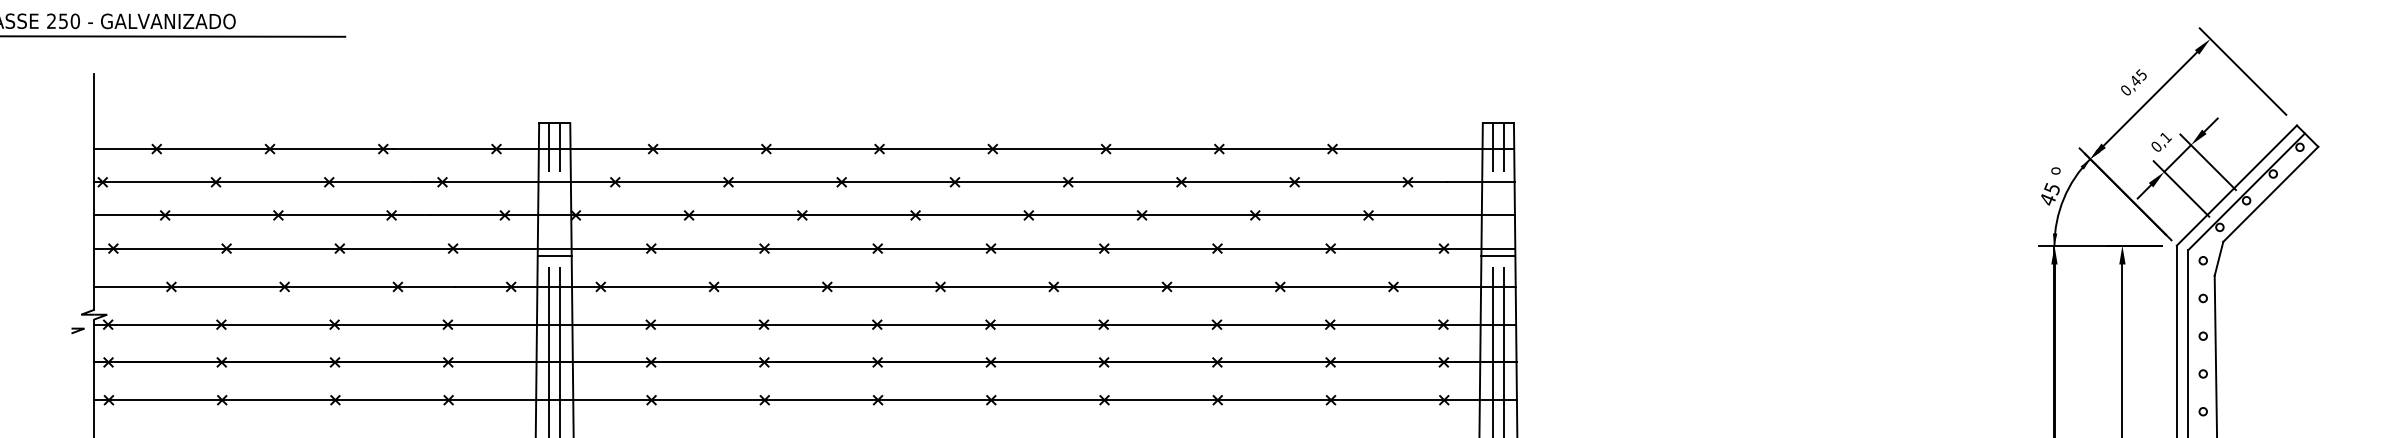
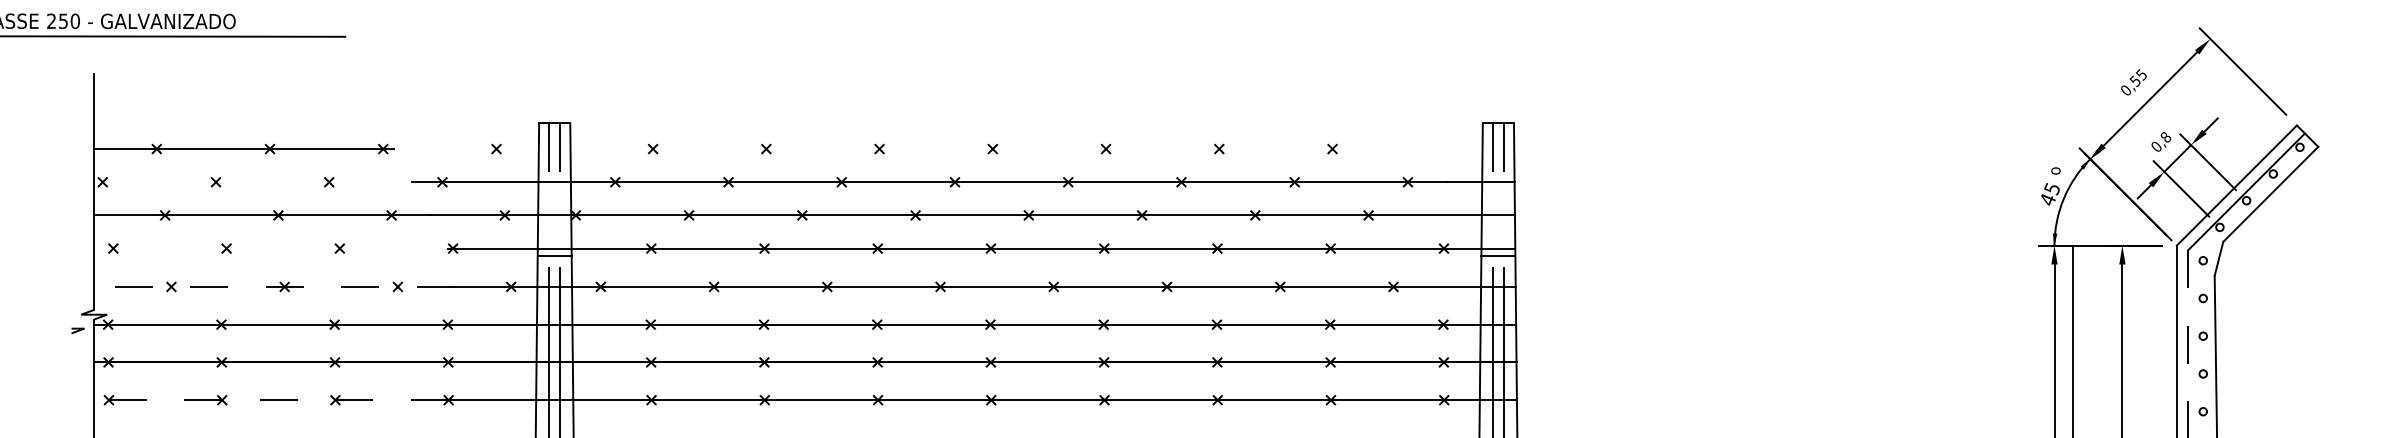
text at (2134, 80): 0,45 -> 0,55
text at (2165, 137): 0,1 -> 0,8
line at (953, 149): present -> none
line at (268, 182): present -> none
line at (271, 248): present -> none
line at (273, 286): solid -> dashed
line at (2054, 339) position: (2054, 339) -> (2073, 339)
line at (2188, 344): solid -> dashed
line at (270, 400): solid -> dashed
